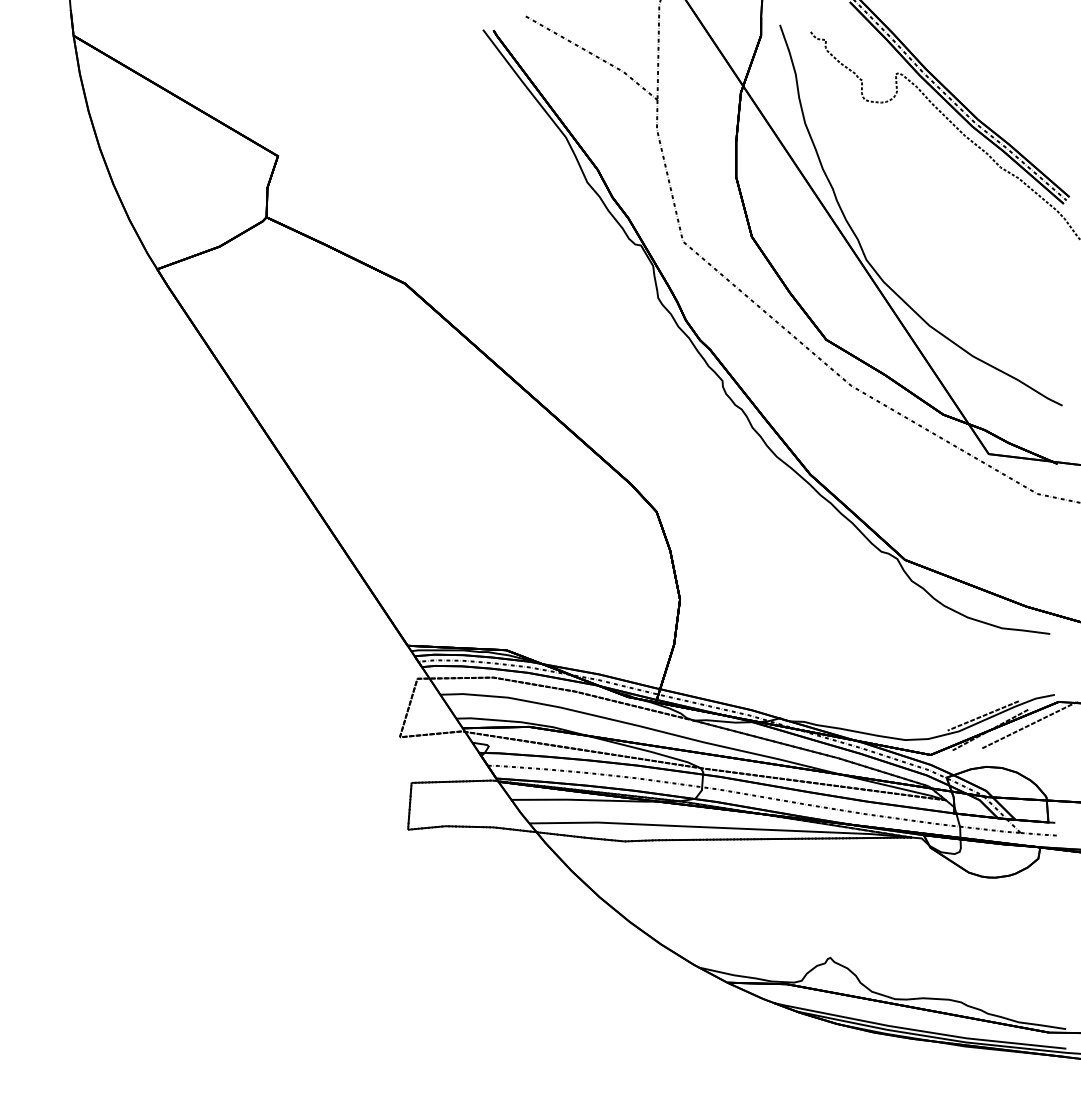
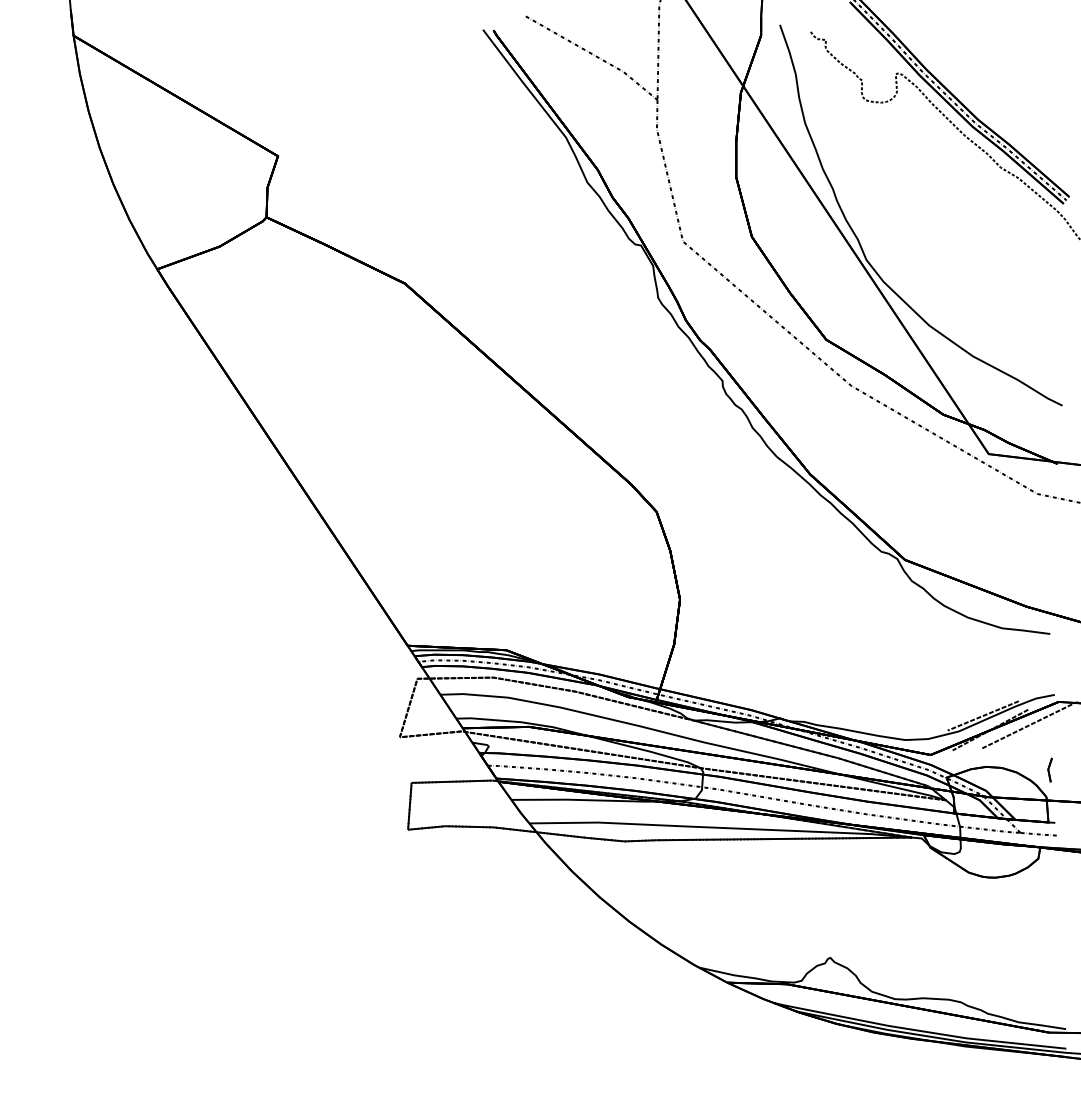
part at (1049, 769): none -> present
